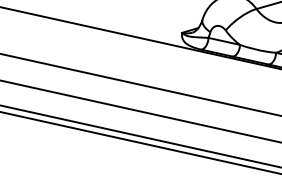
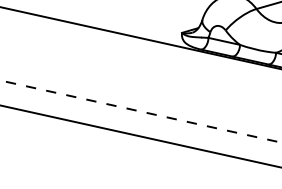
line at (140, 84): present -> none
line at (140, 111): solid -> dashed
line at (140, 142): present -> none
